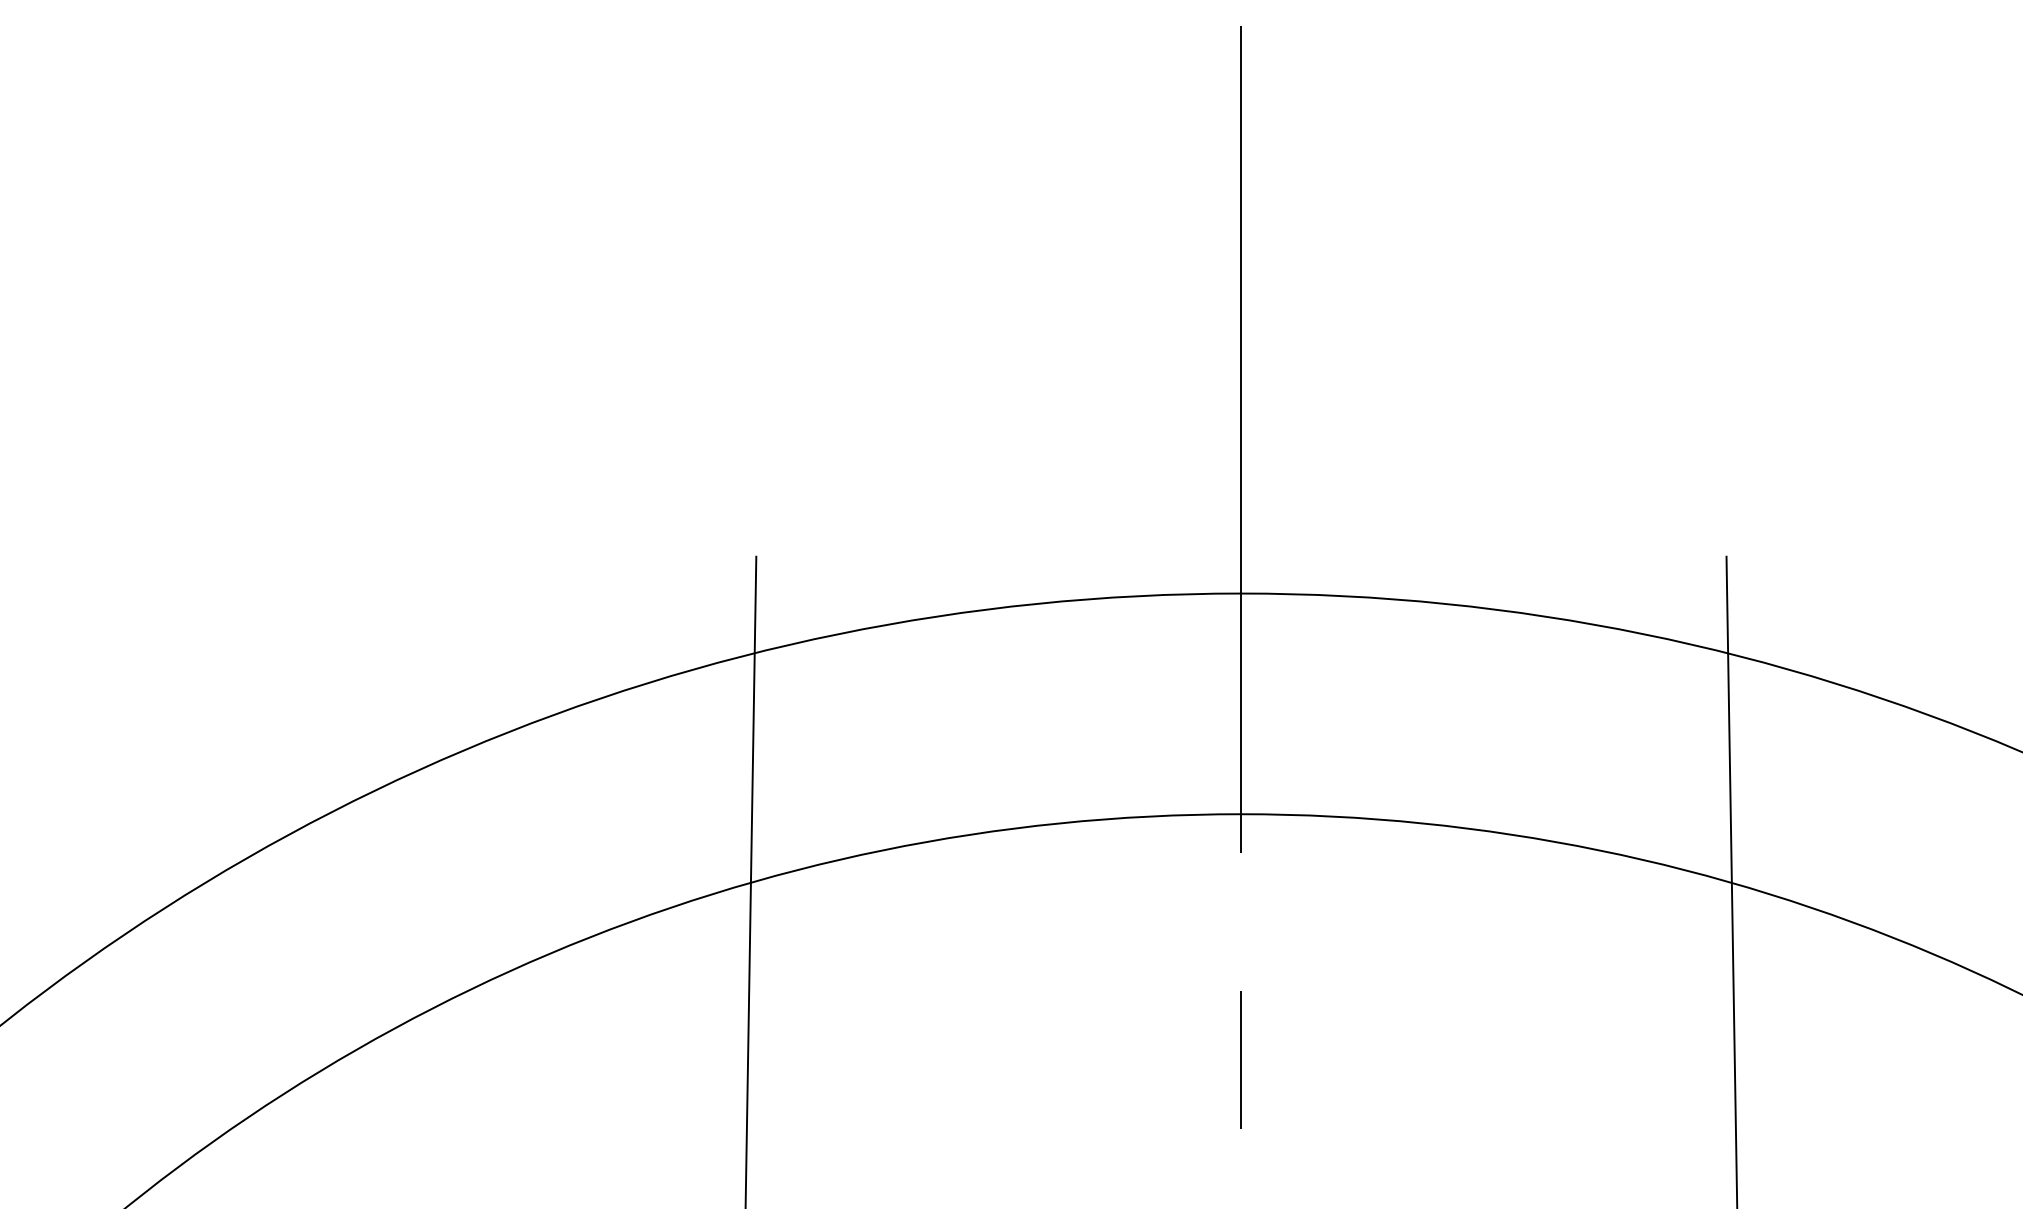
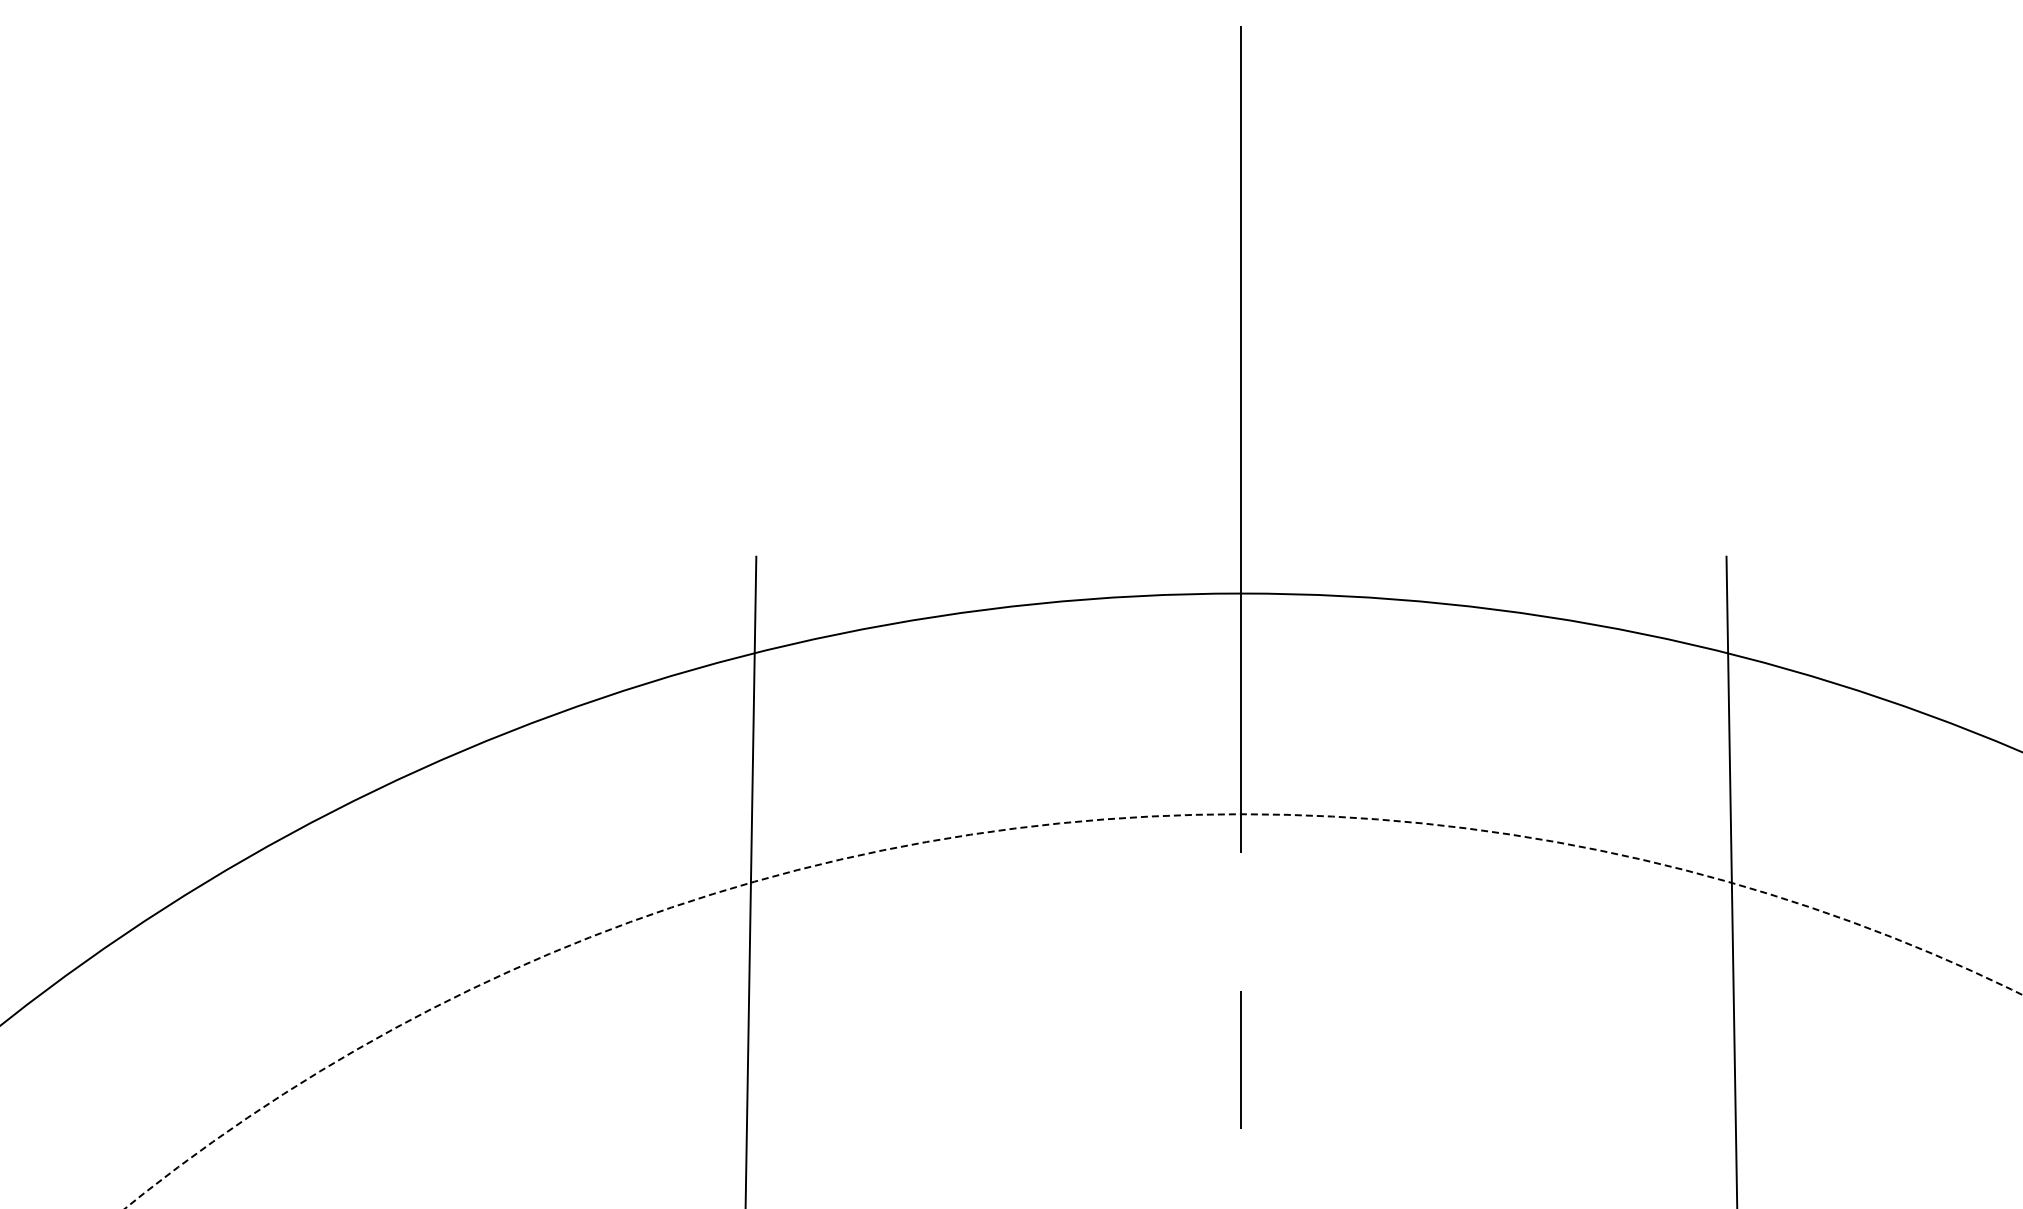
circle at (1073, 1011): solid -> dashed
